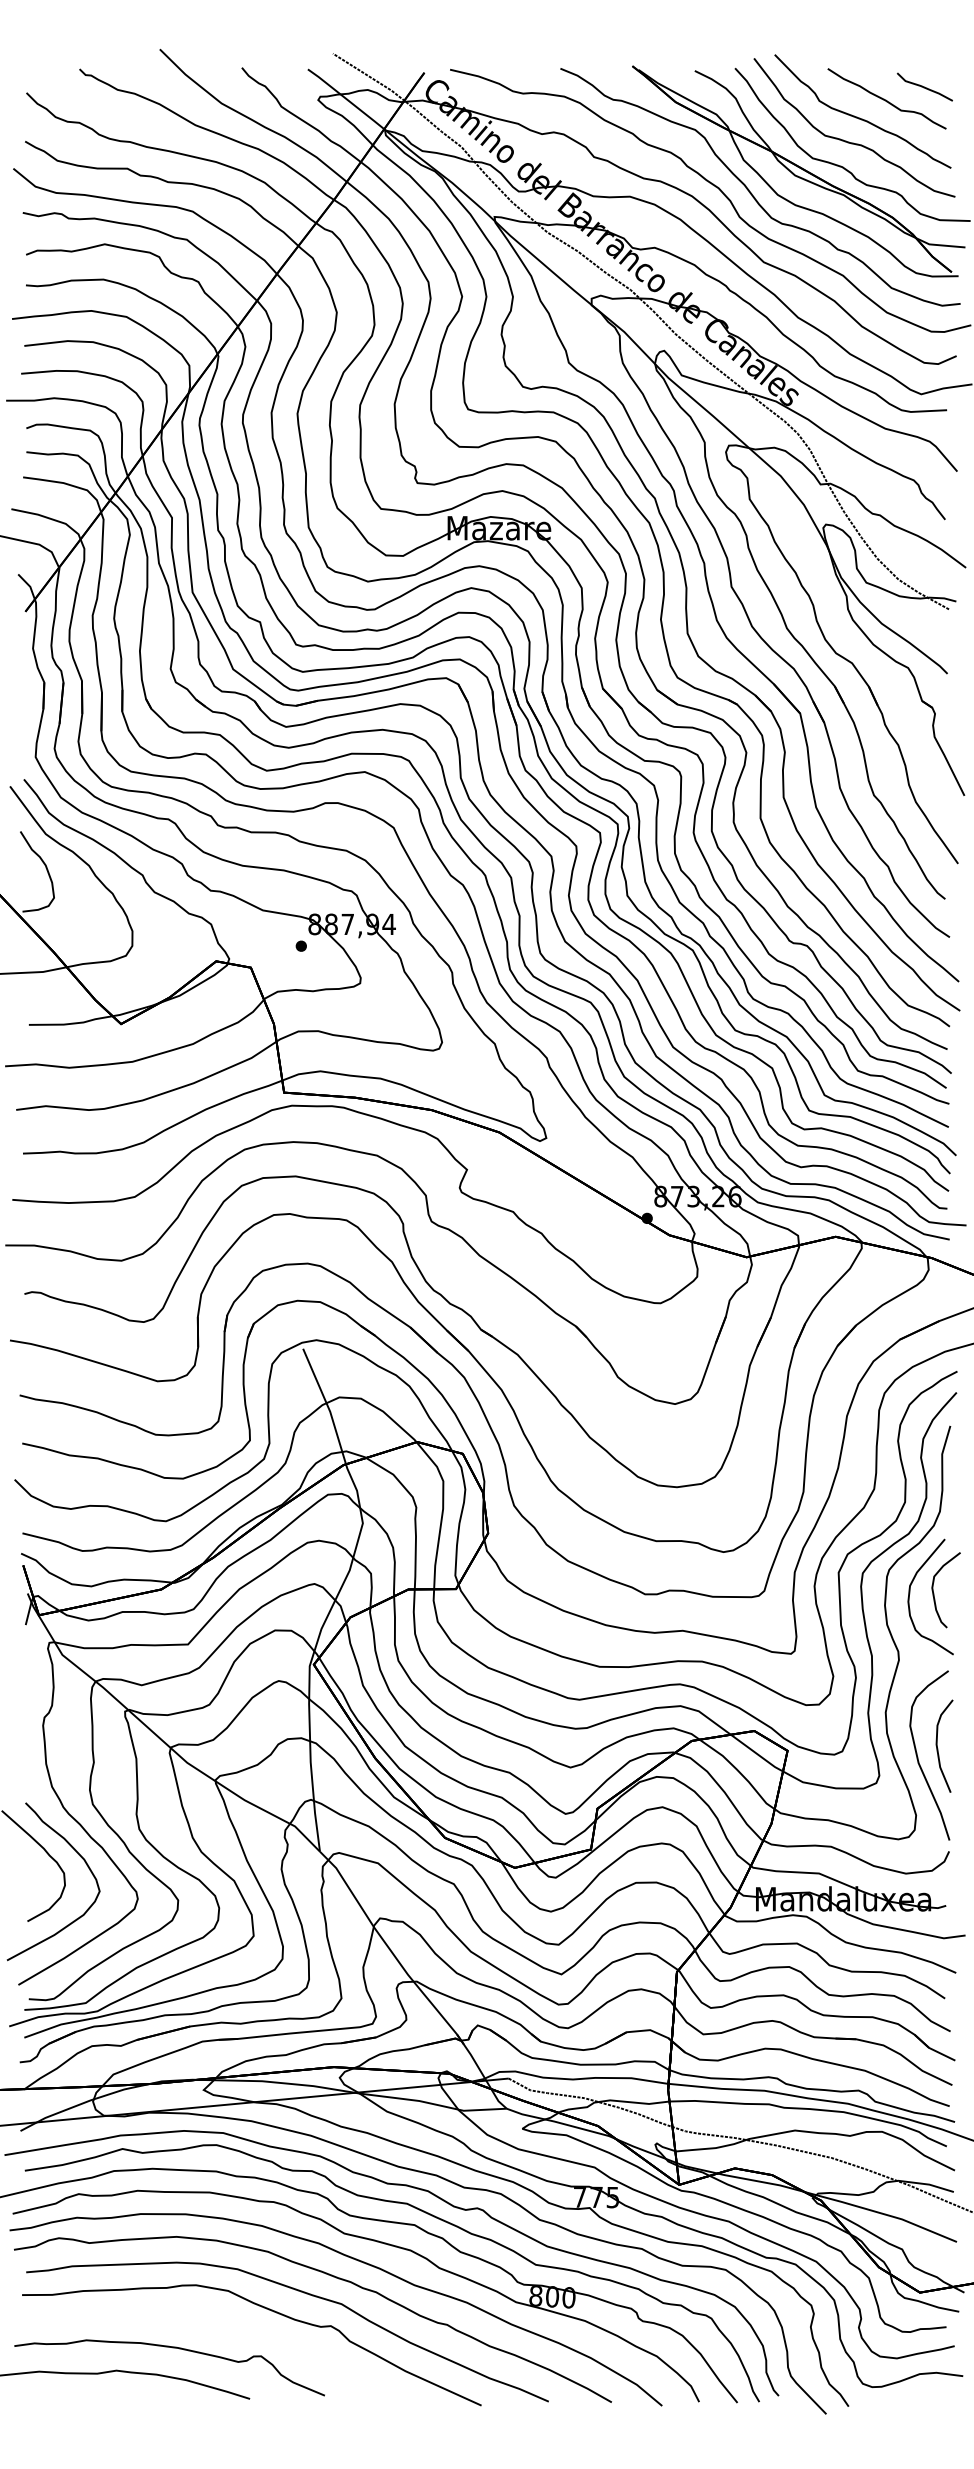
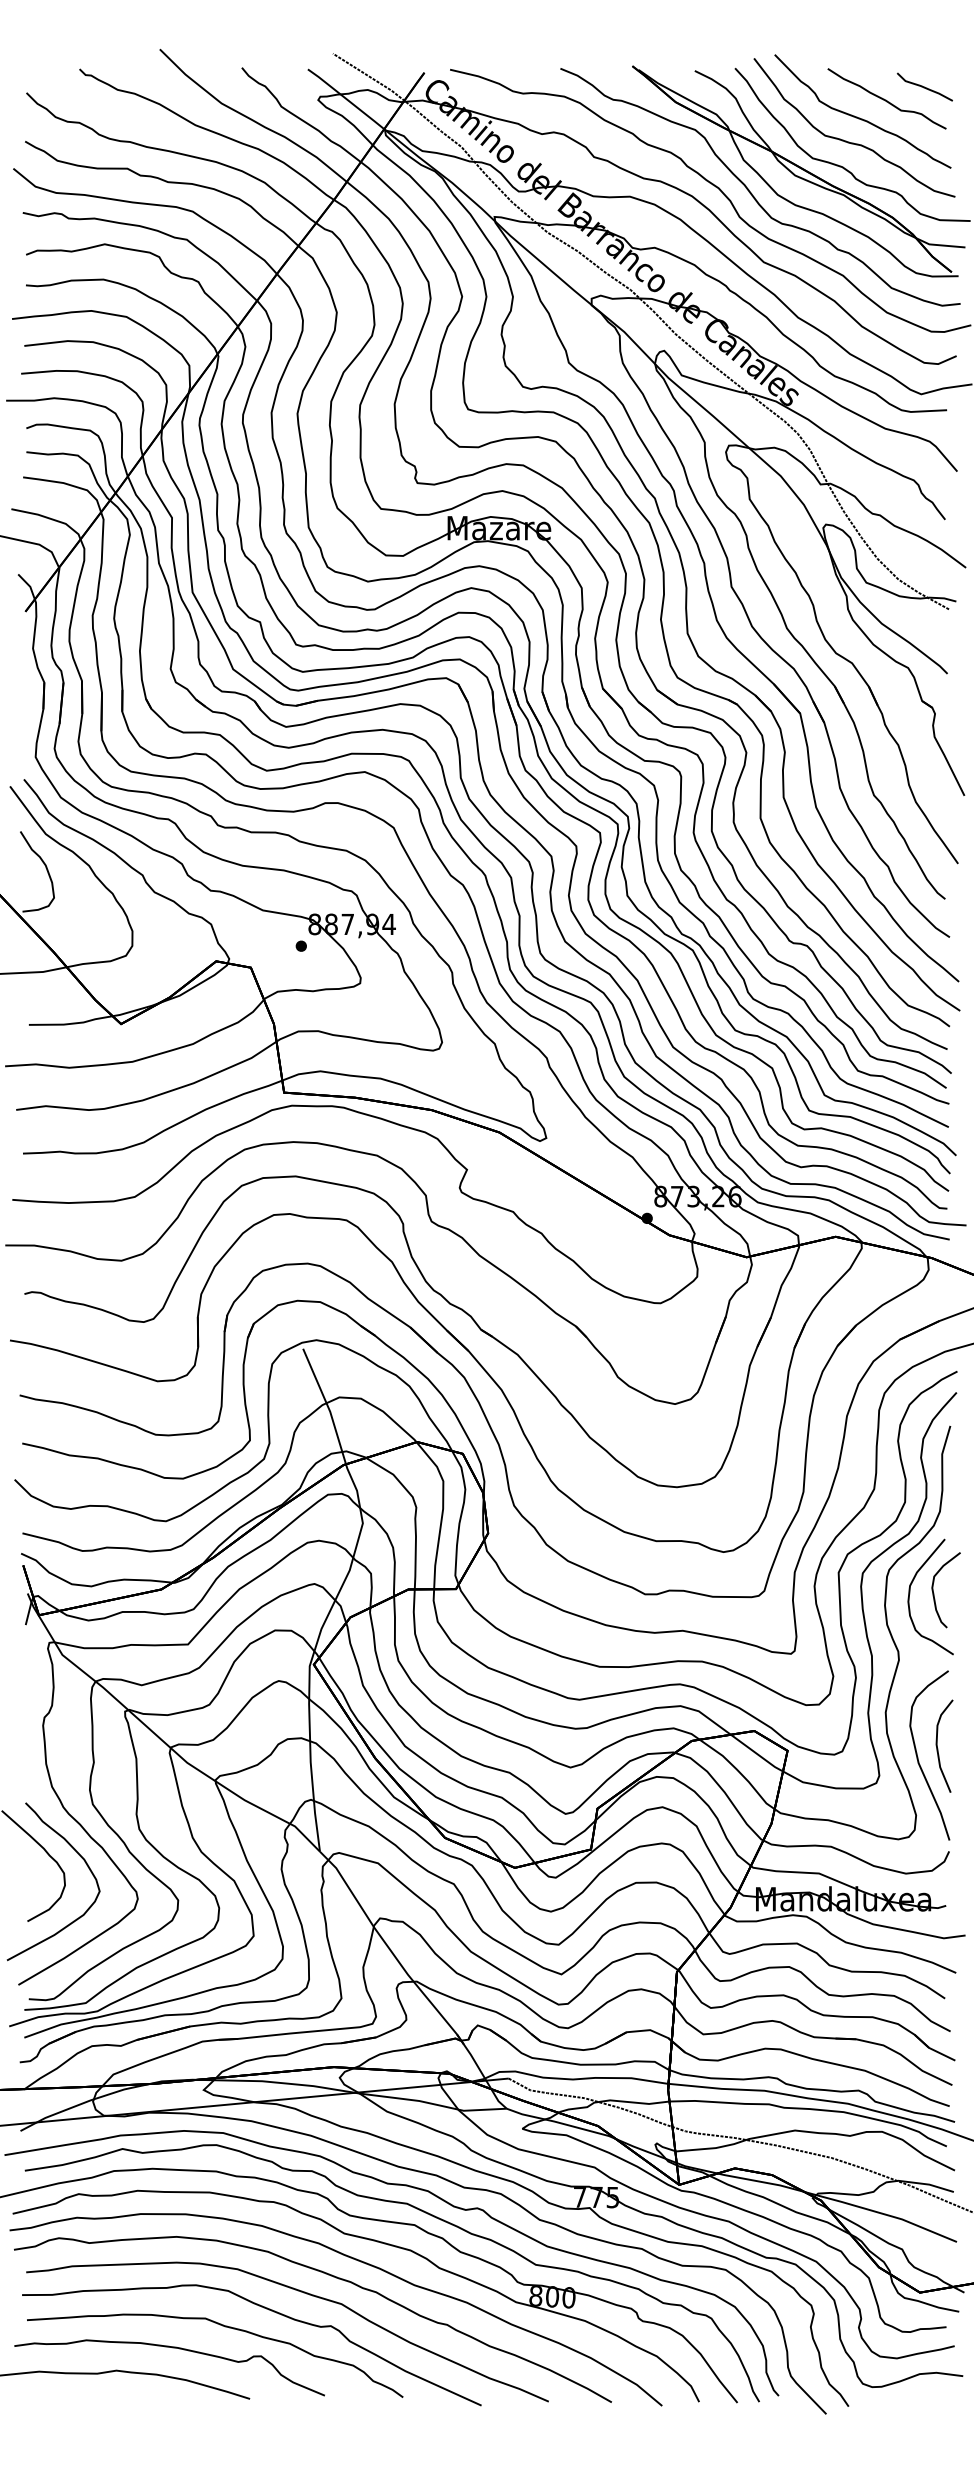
part at (225, 2327): none -> present
